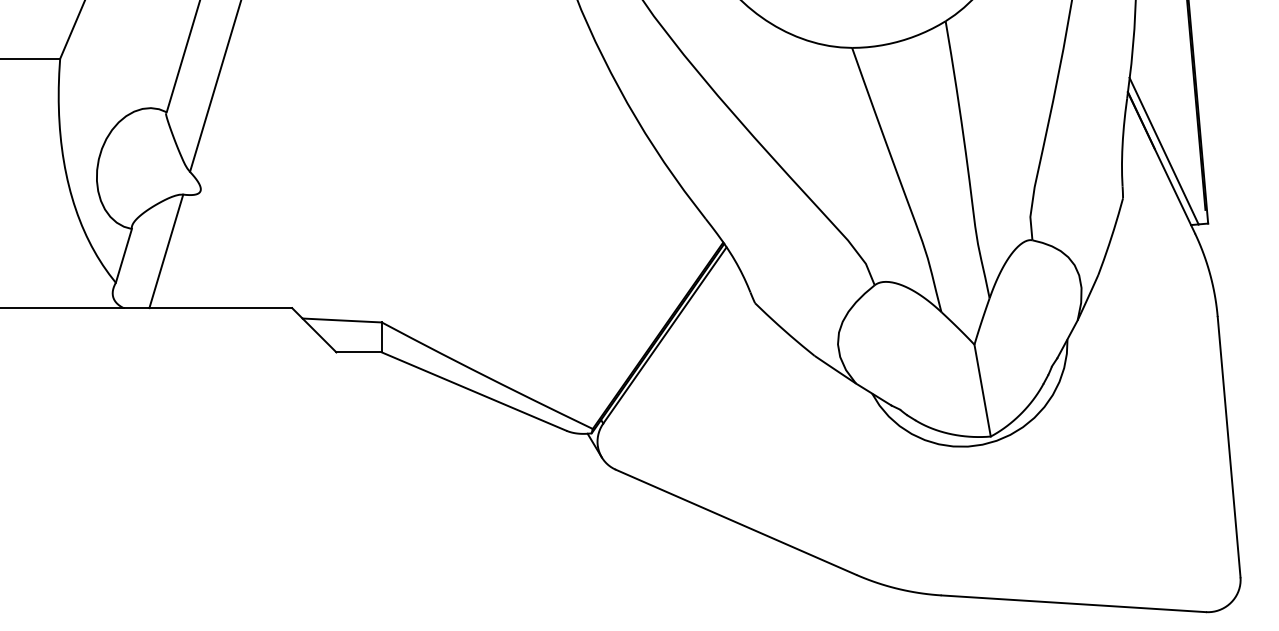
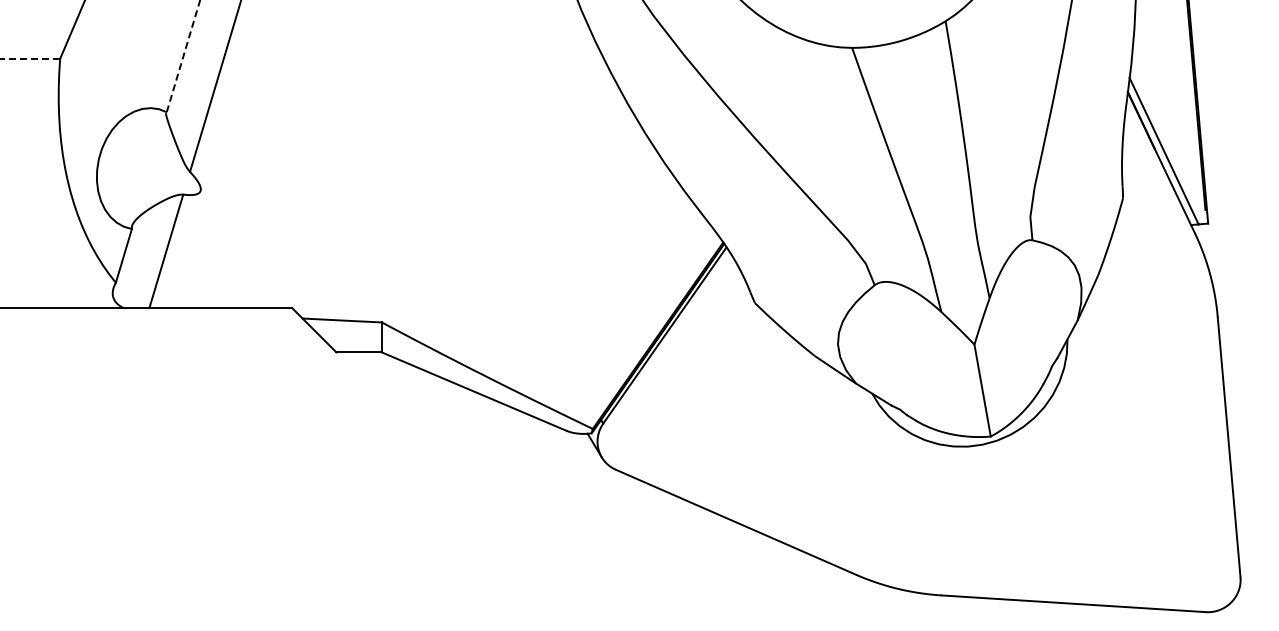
line at (183, 55): solid -> dashed
line at (30, 58): solid -> dashed
